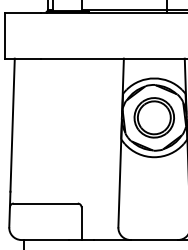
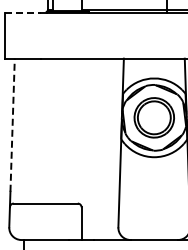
line at (23, 12): solid -> dashed
line at (12, 125): solid -> dashed
